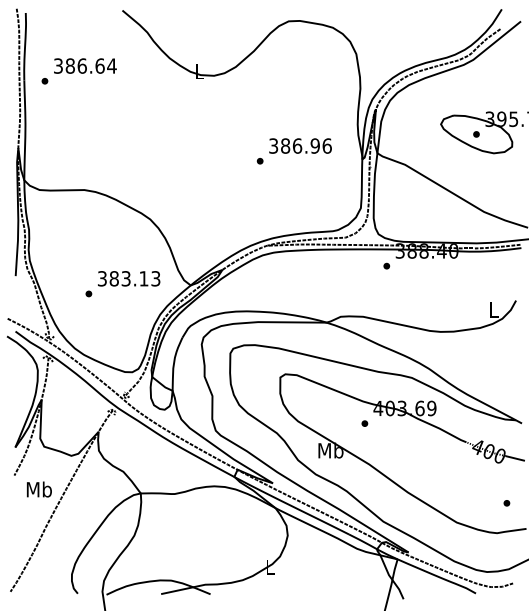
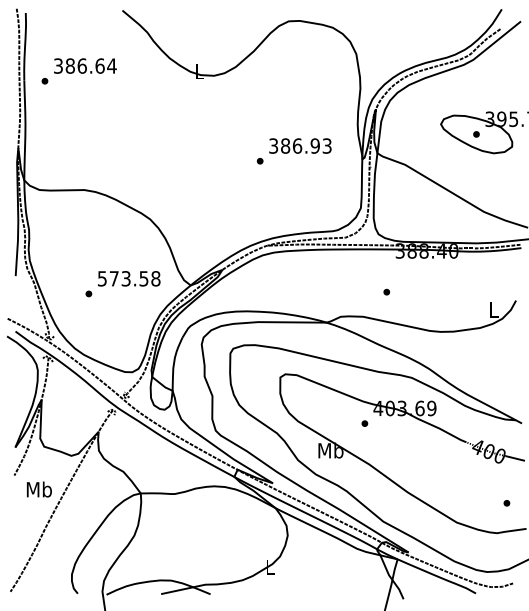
text at (326, 145): 386.96 -> 386.93
part at (386, 265) position: (386, 265) -> (386, 291)
text at (129, 278): 383.13 -> 573.58
